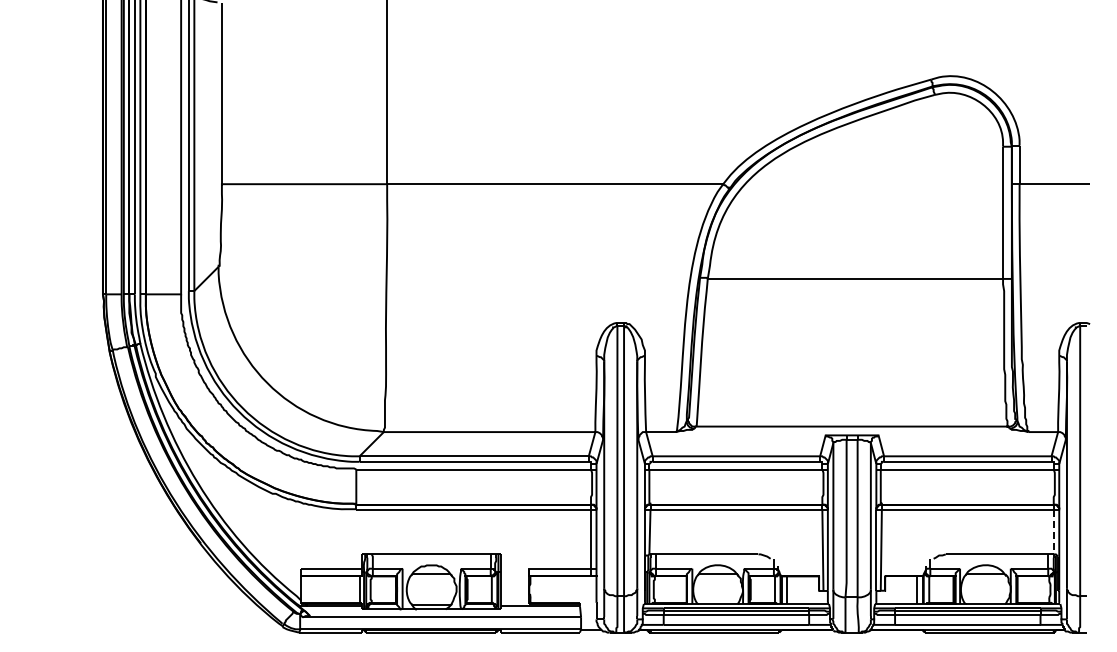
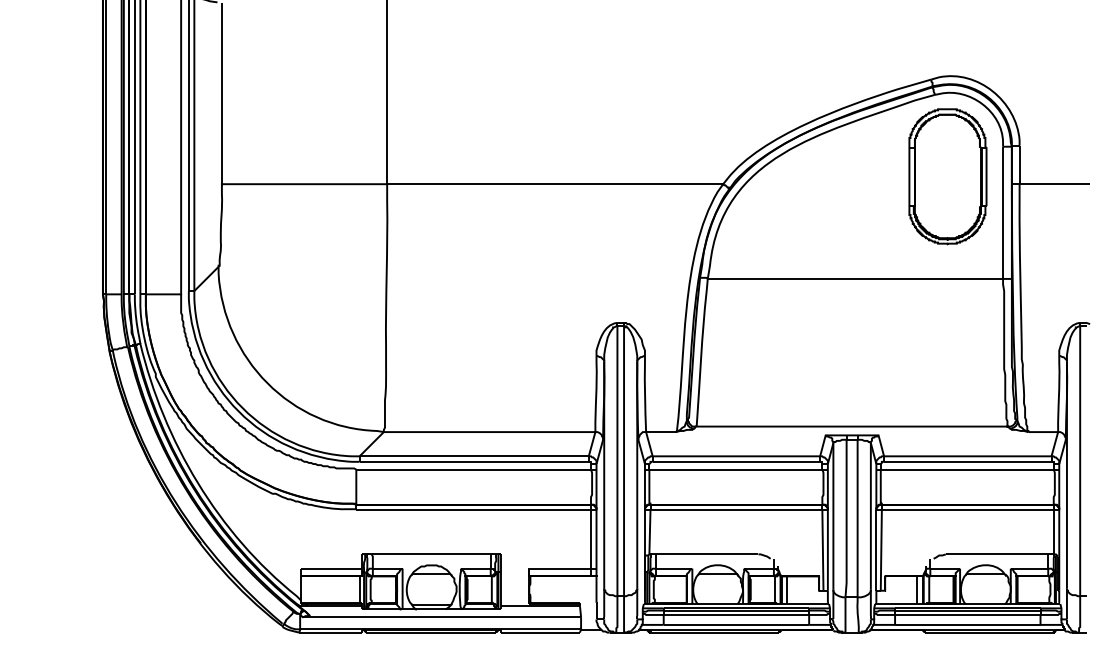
part at (947, 176): none -> present
line at (1053, 532): dashed -> solid
